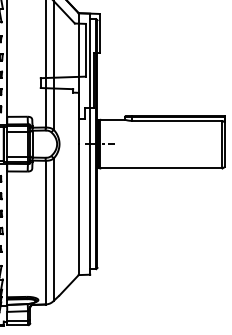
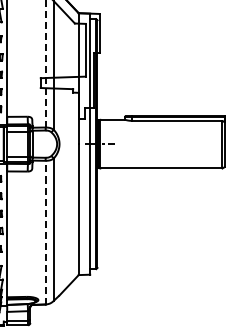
line at (45, 63): solid -> dashed
line at (45, 232): solid -> dashed
